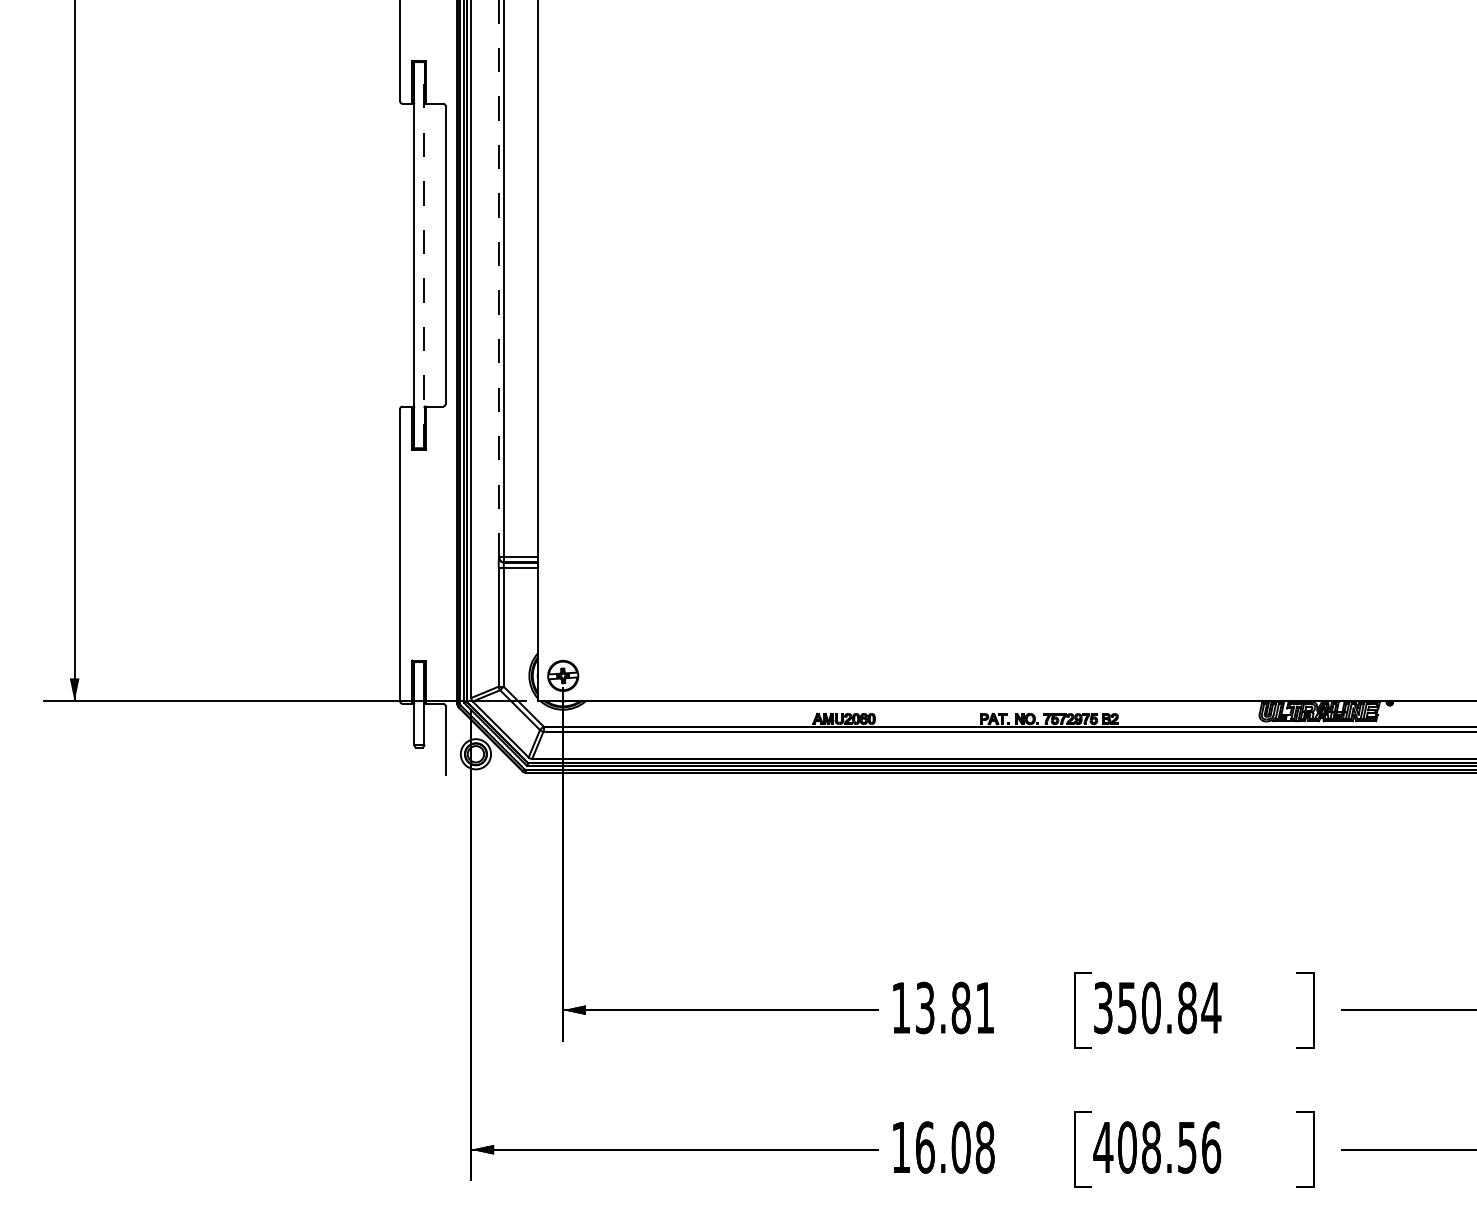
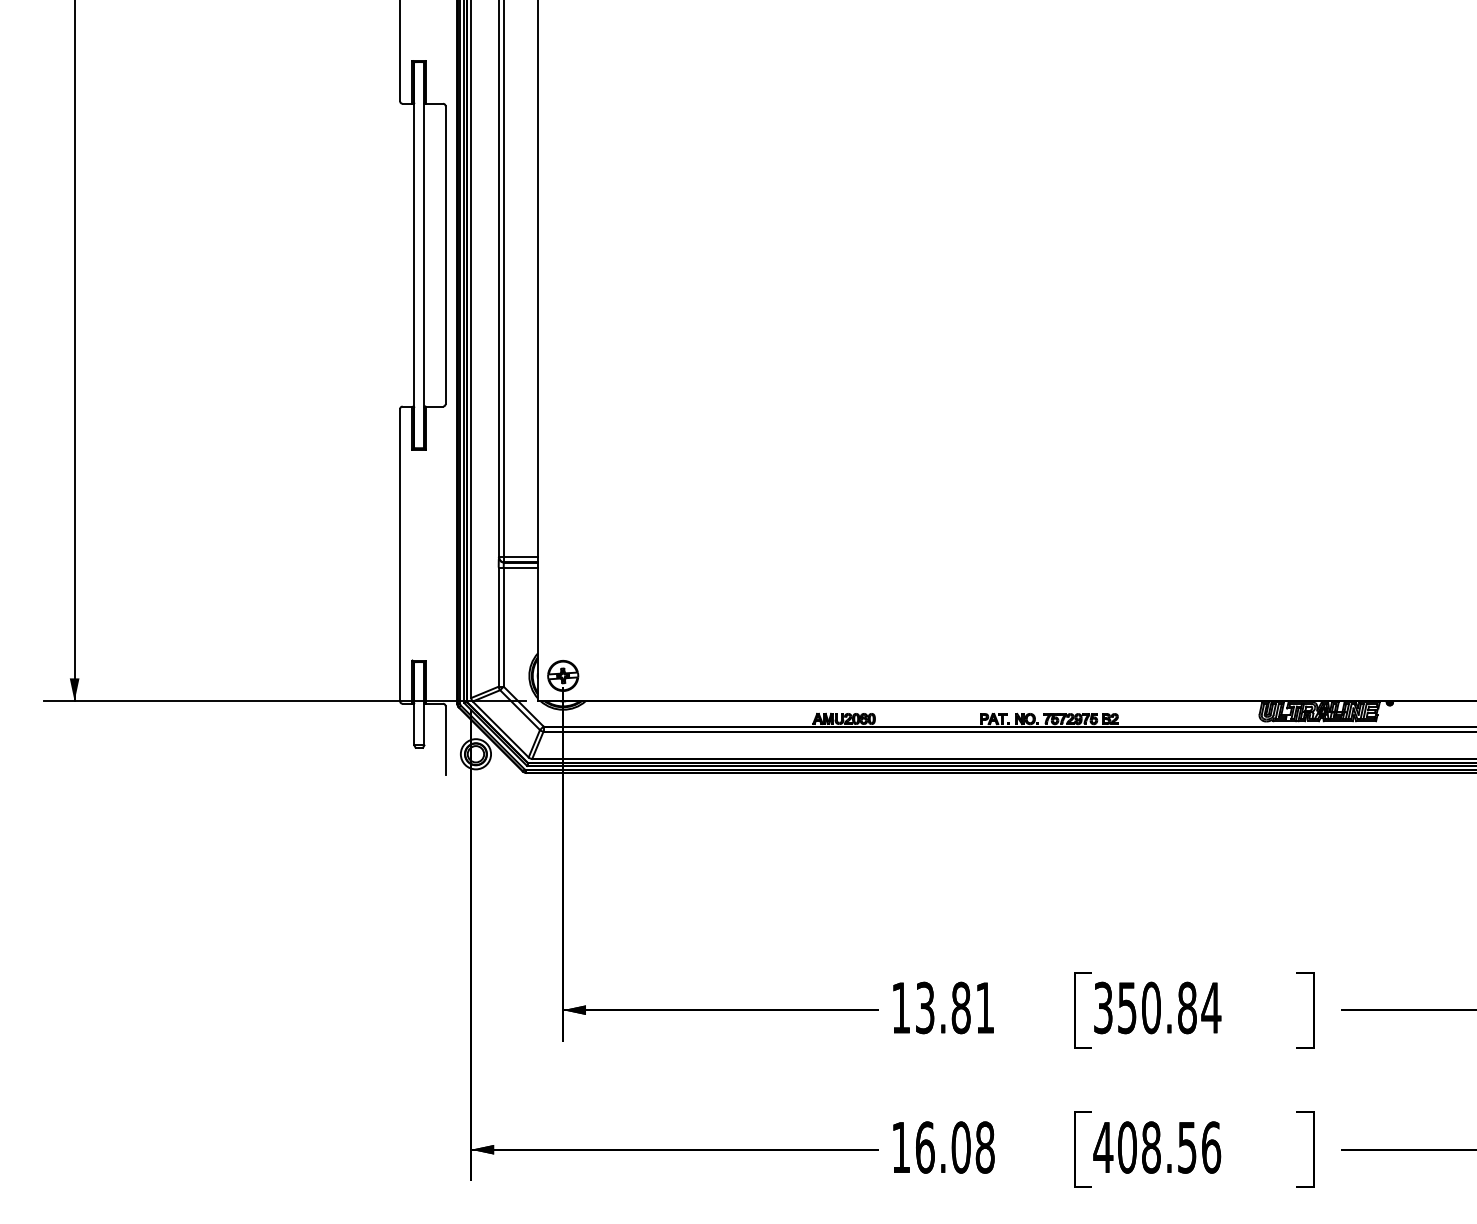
line at (424, 255): dashed -> solid
line at (499, 278): dashed -> solid
